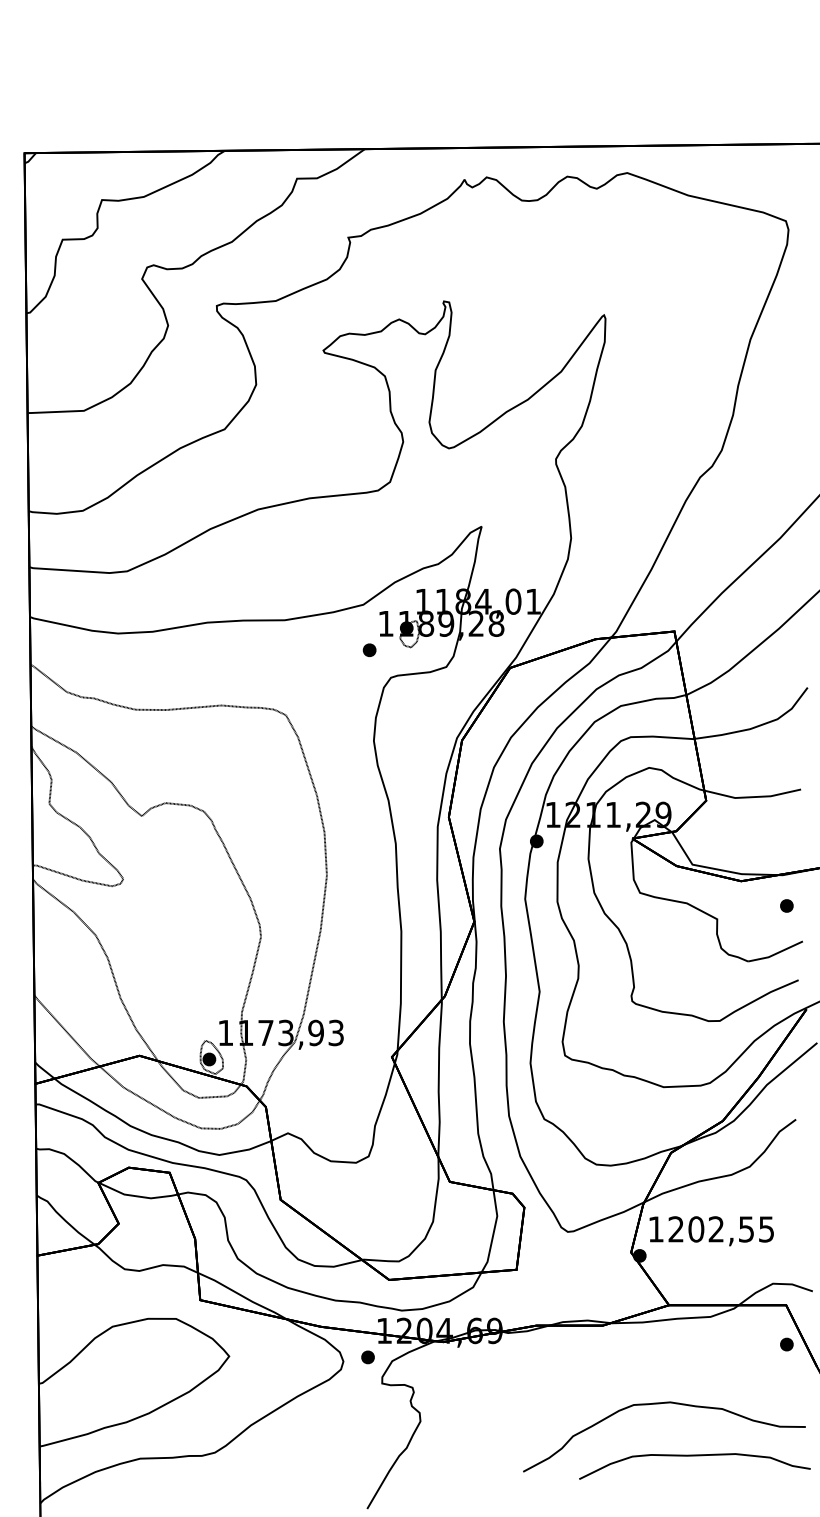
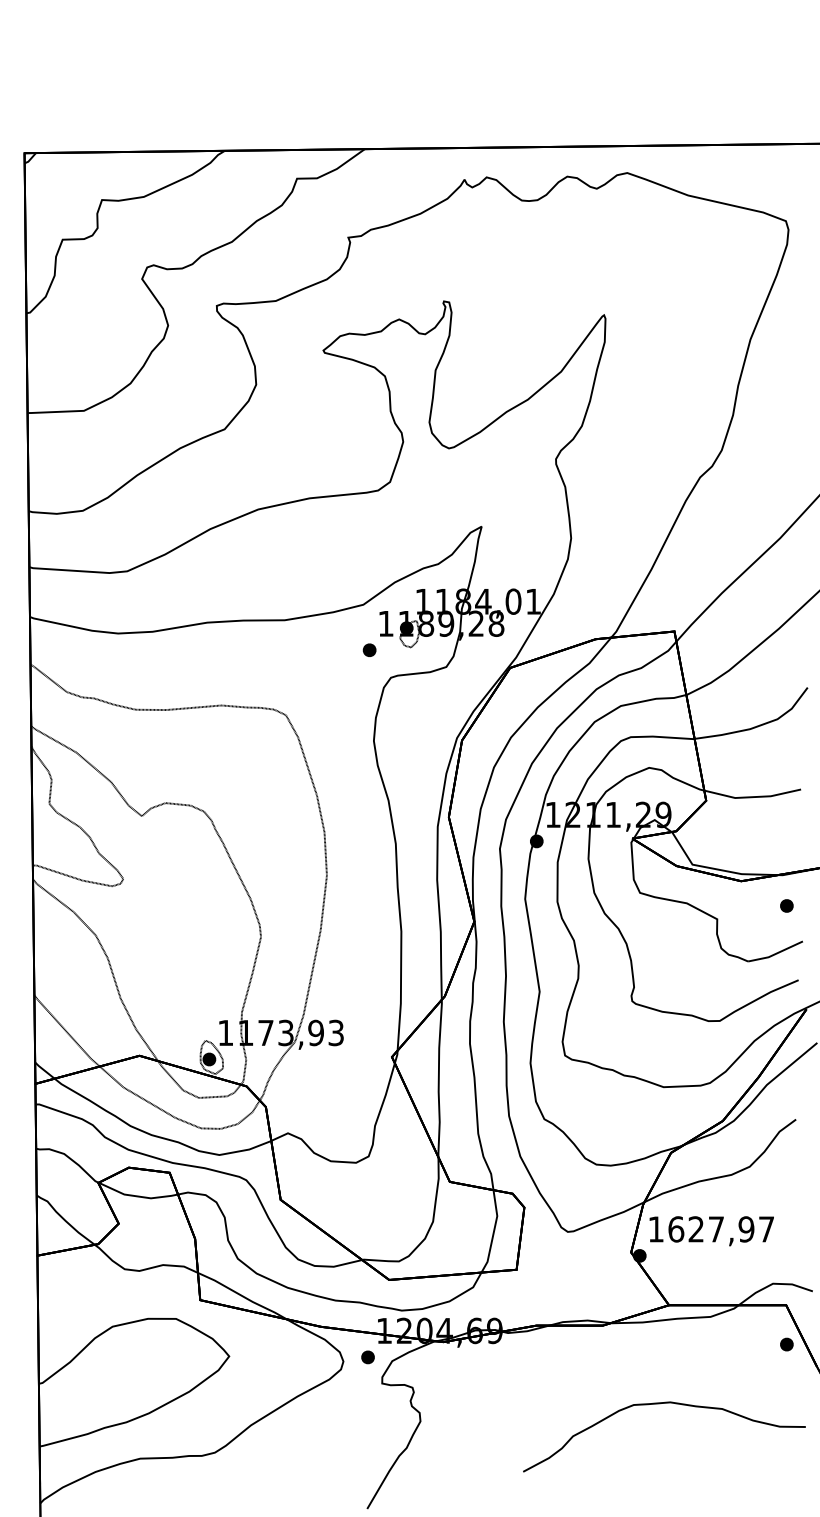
text at (720, 1229): 1202,55 -> 1627,97
part at (694, 1456): present -> none
